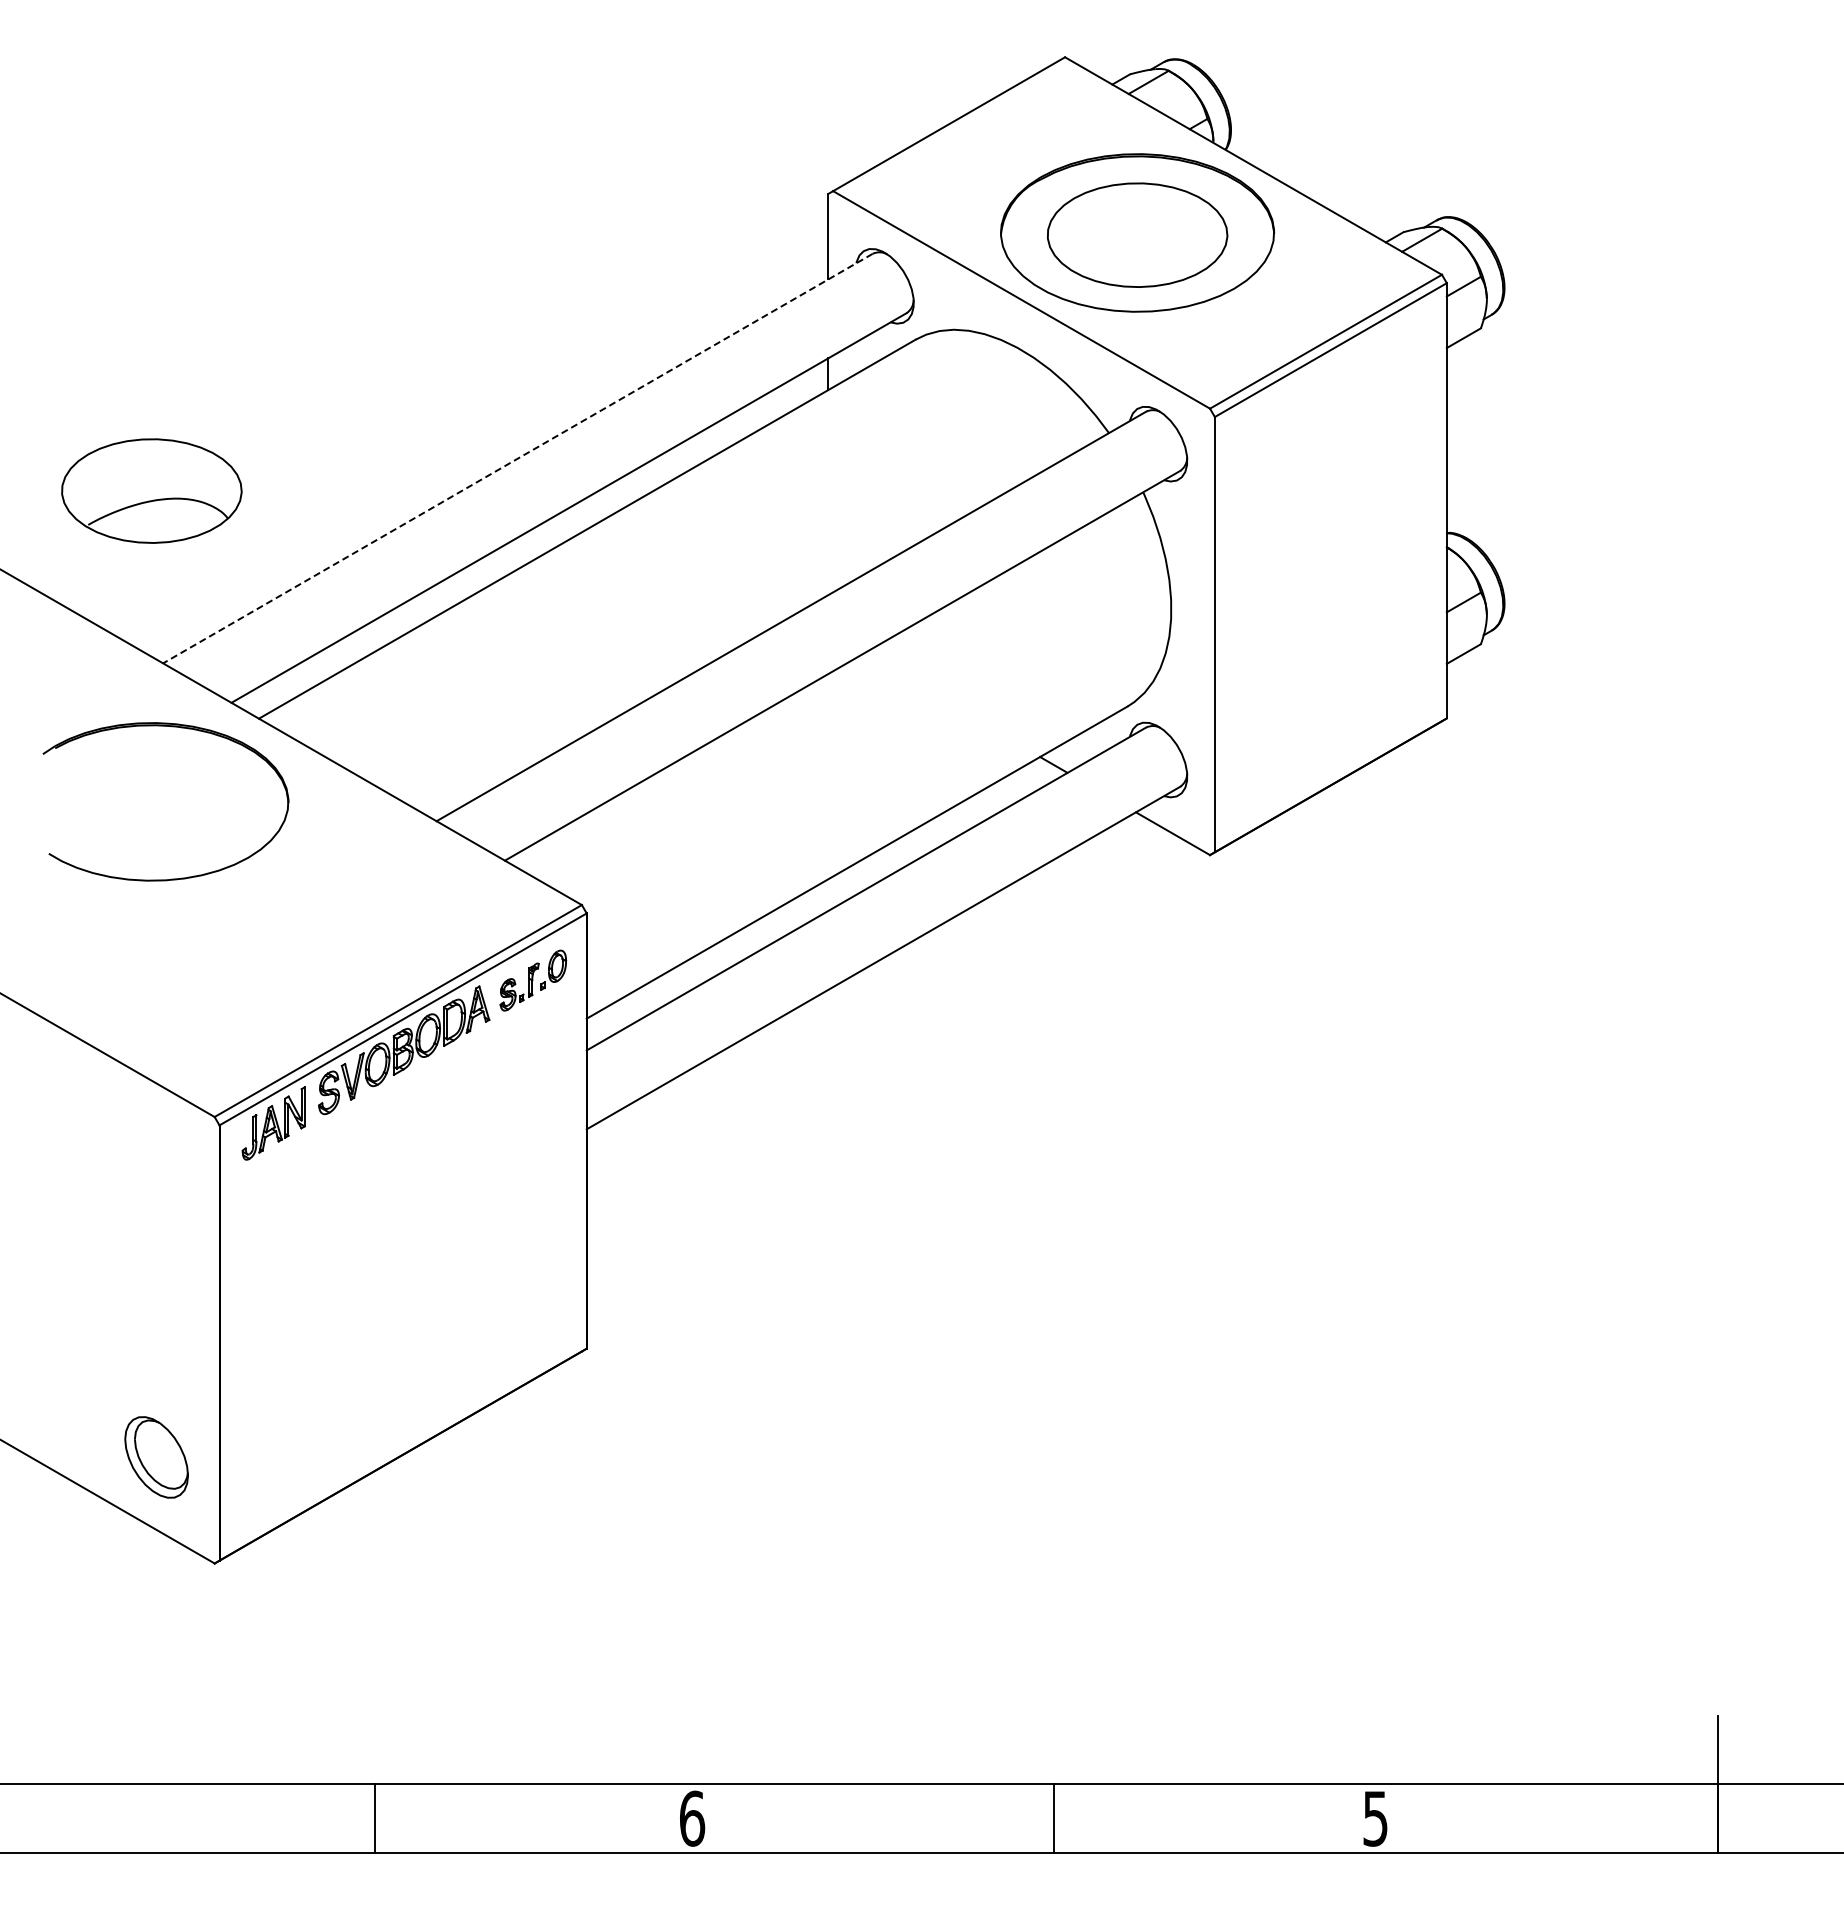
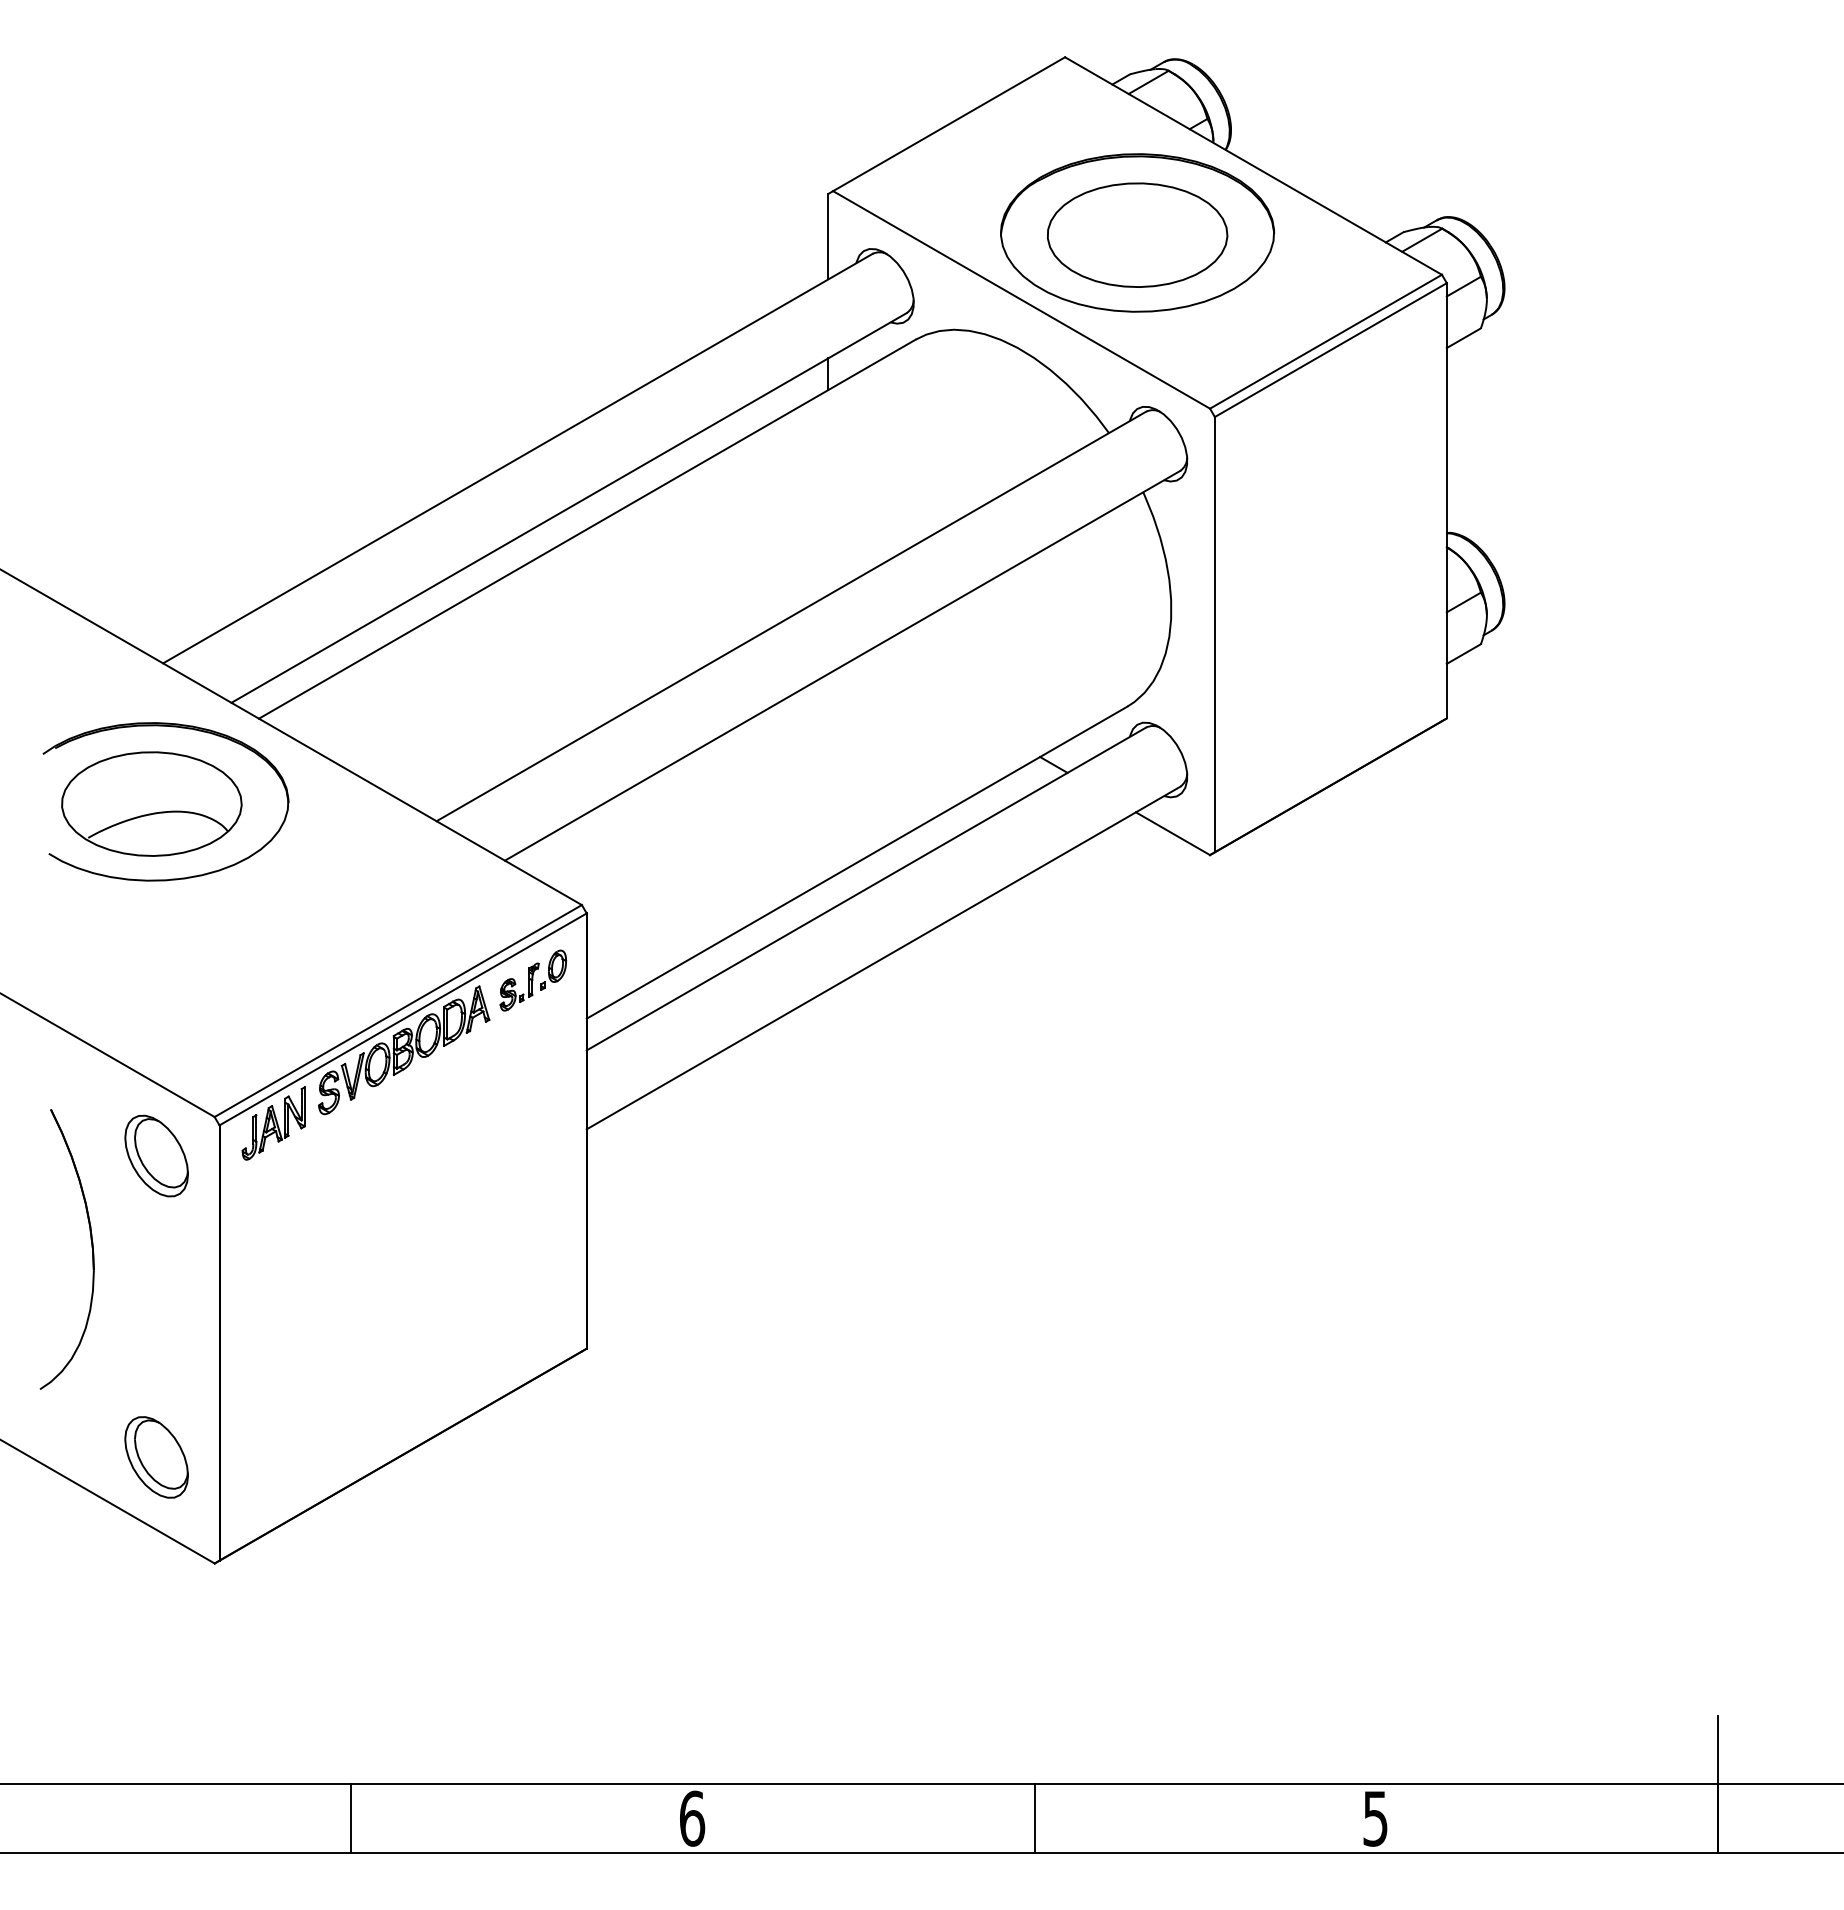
line at (517, 458): dashed -> solid
part at (151, 490) position: (151, 490) -> (151, 803)
part at (156, 1155): none -> present
part at (91, 1247): none -> present
line at (375, 1818) position: (375, 1818) -> (351, 1818)
line at (1053, 1818) position: (1053, 1818) -> (1034, 1818)
